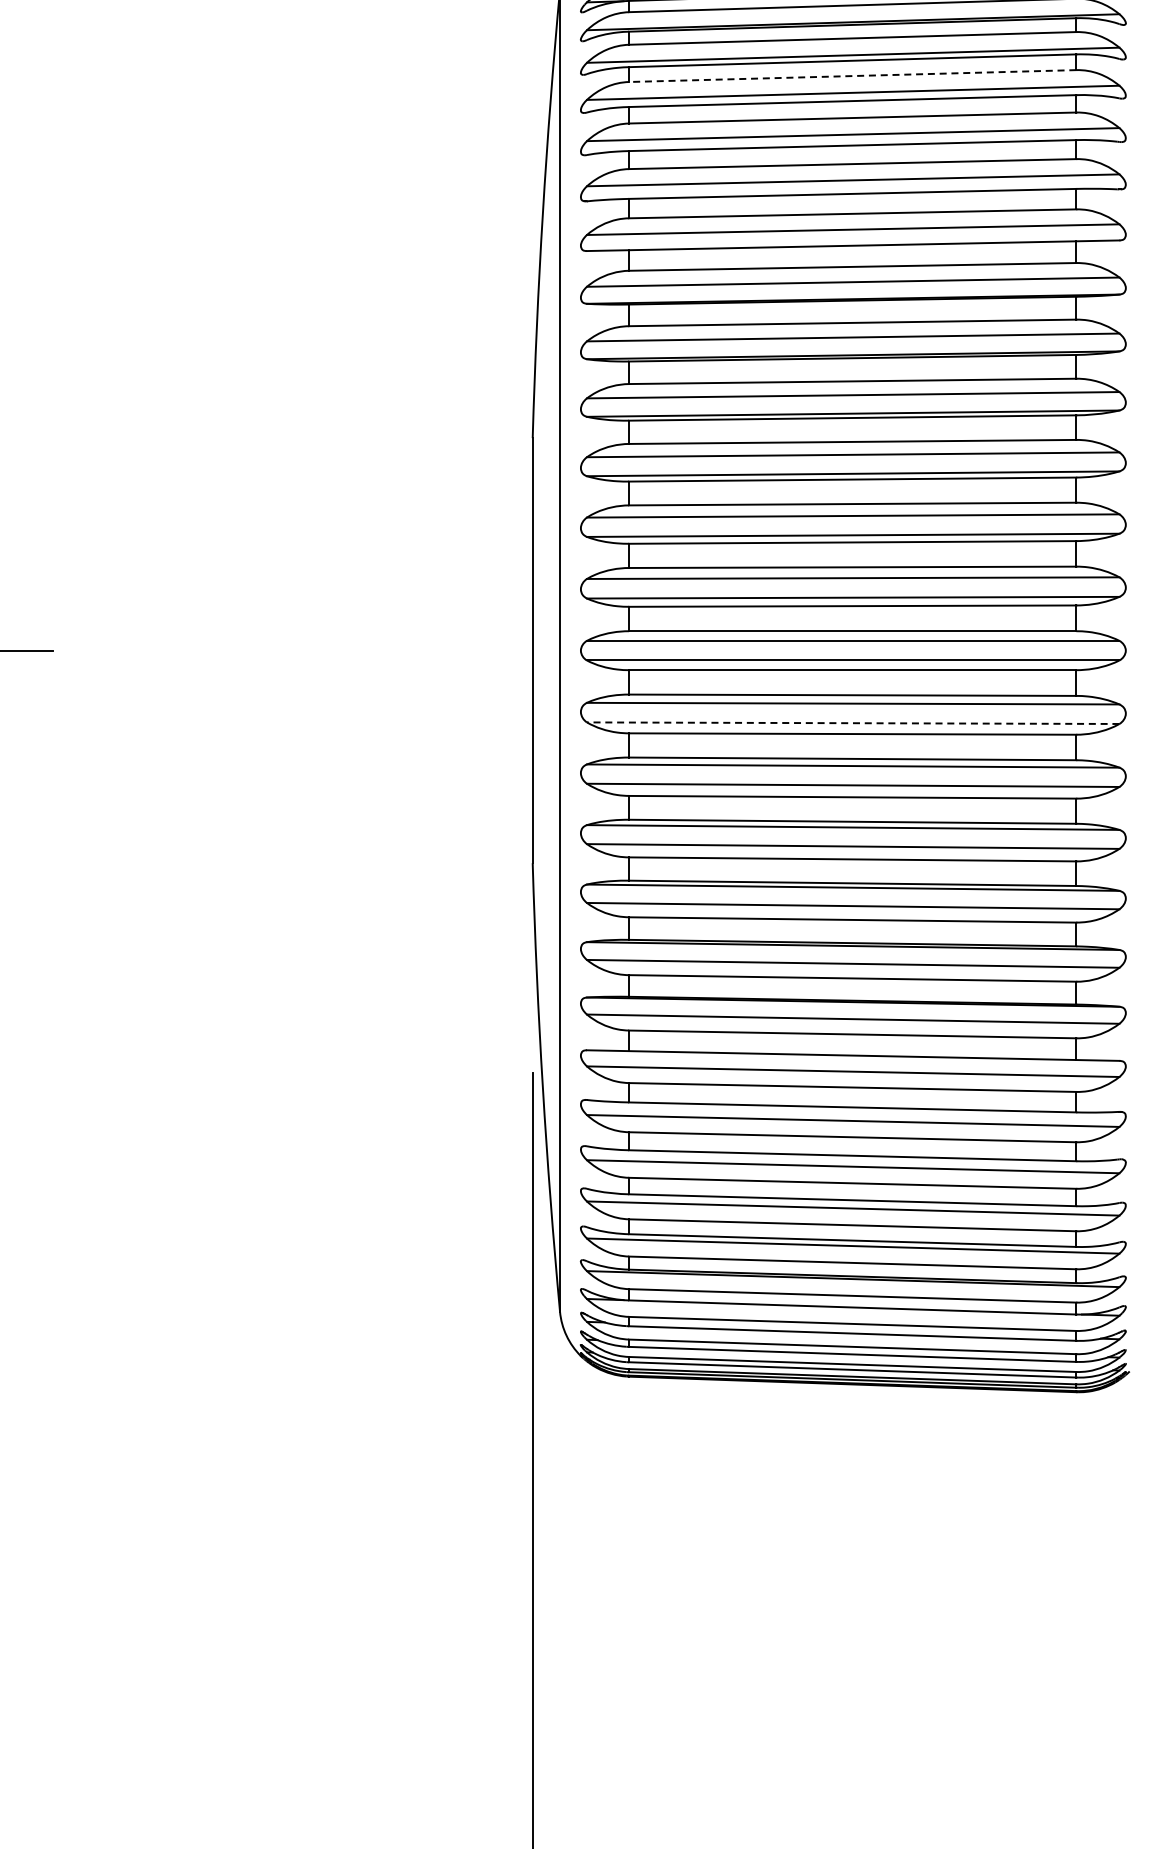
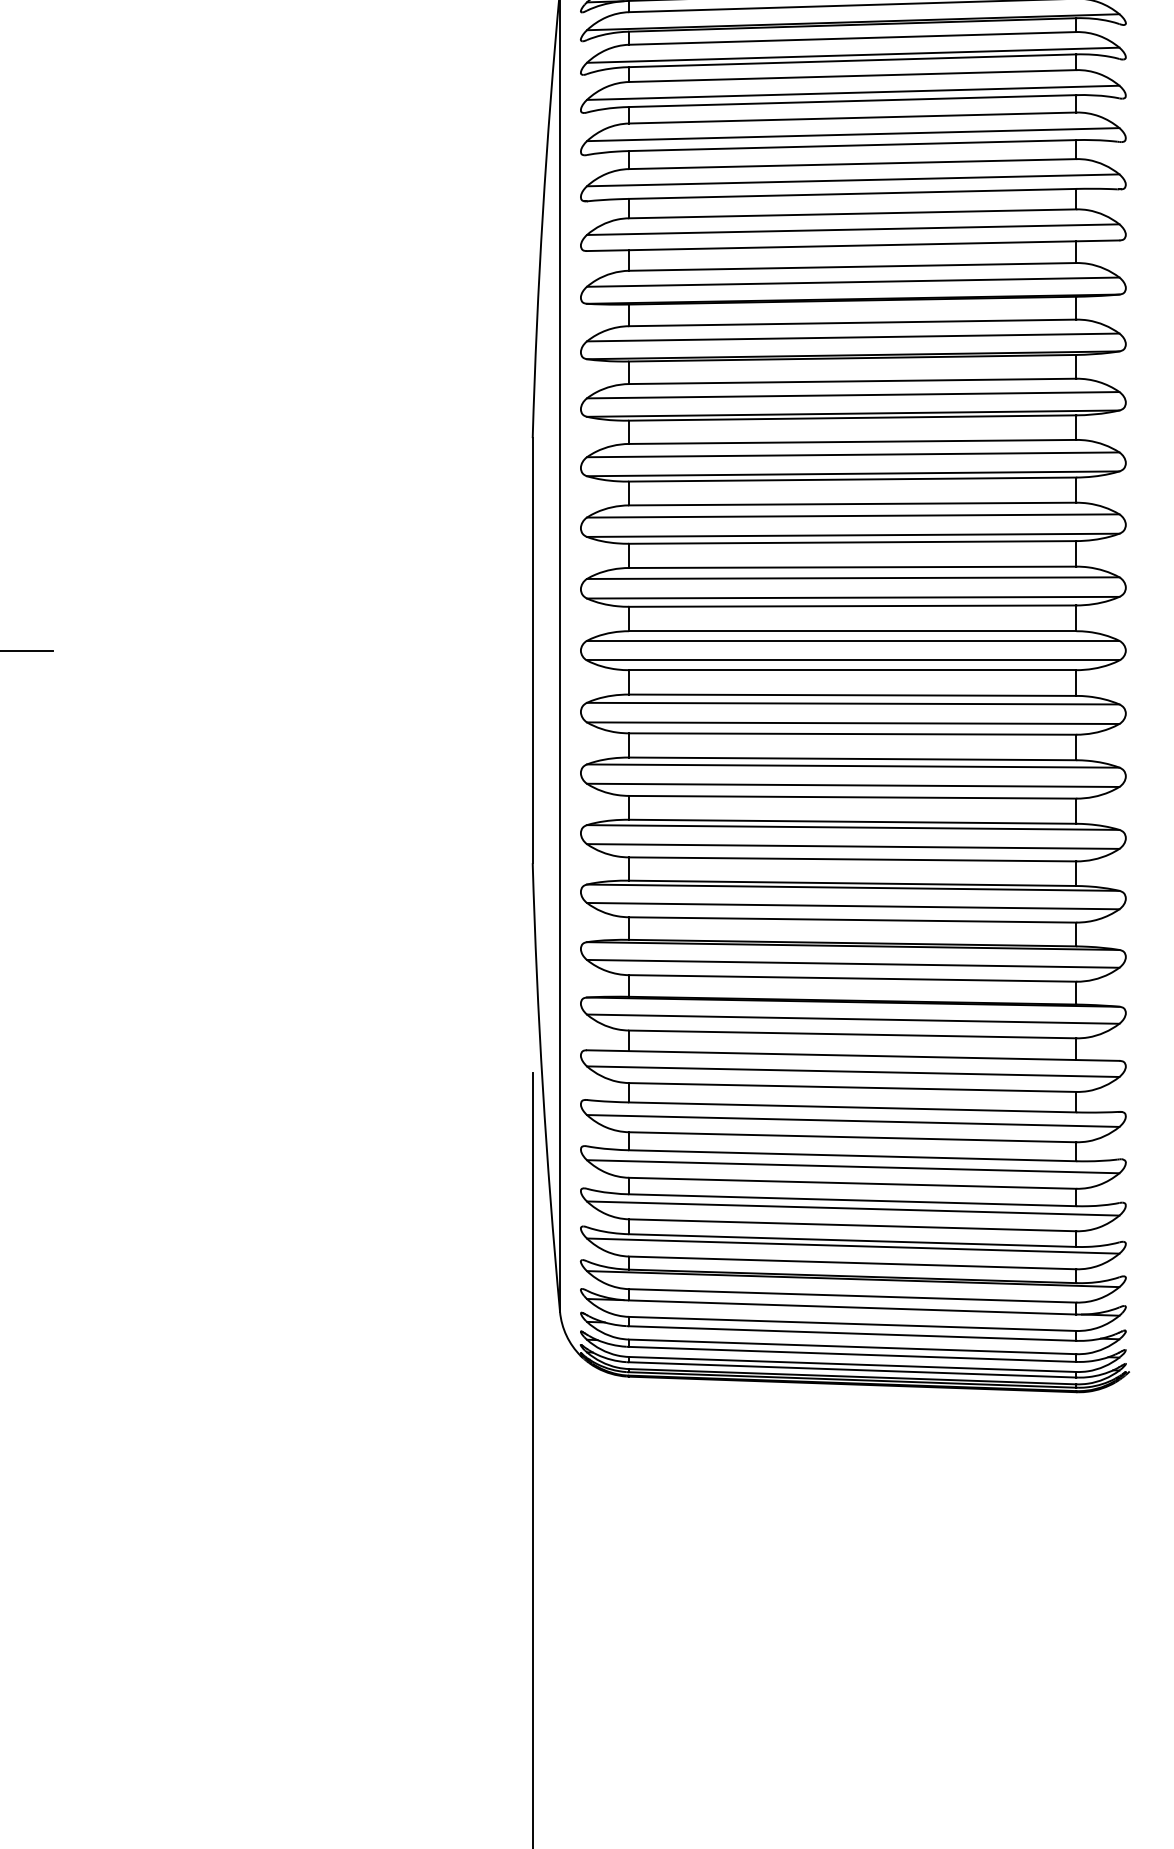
line at (852, 76): dashed -> solid
line at (852, 723): dashed -> solid
